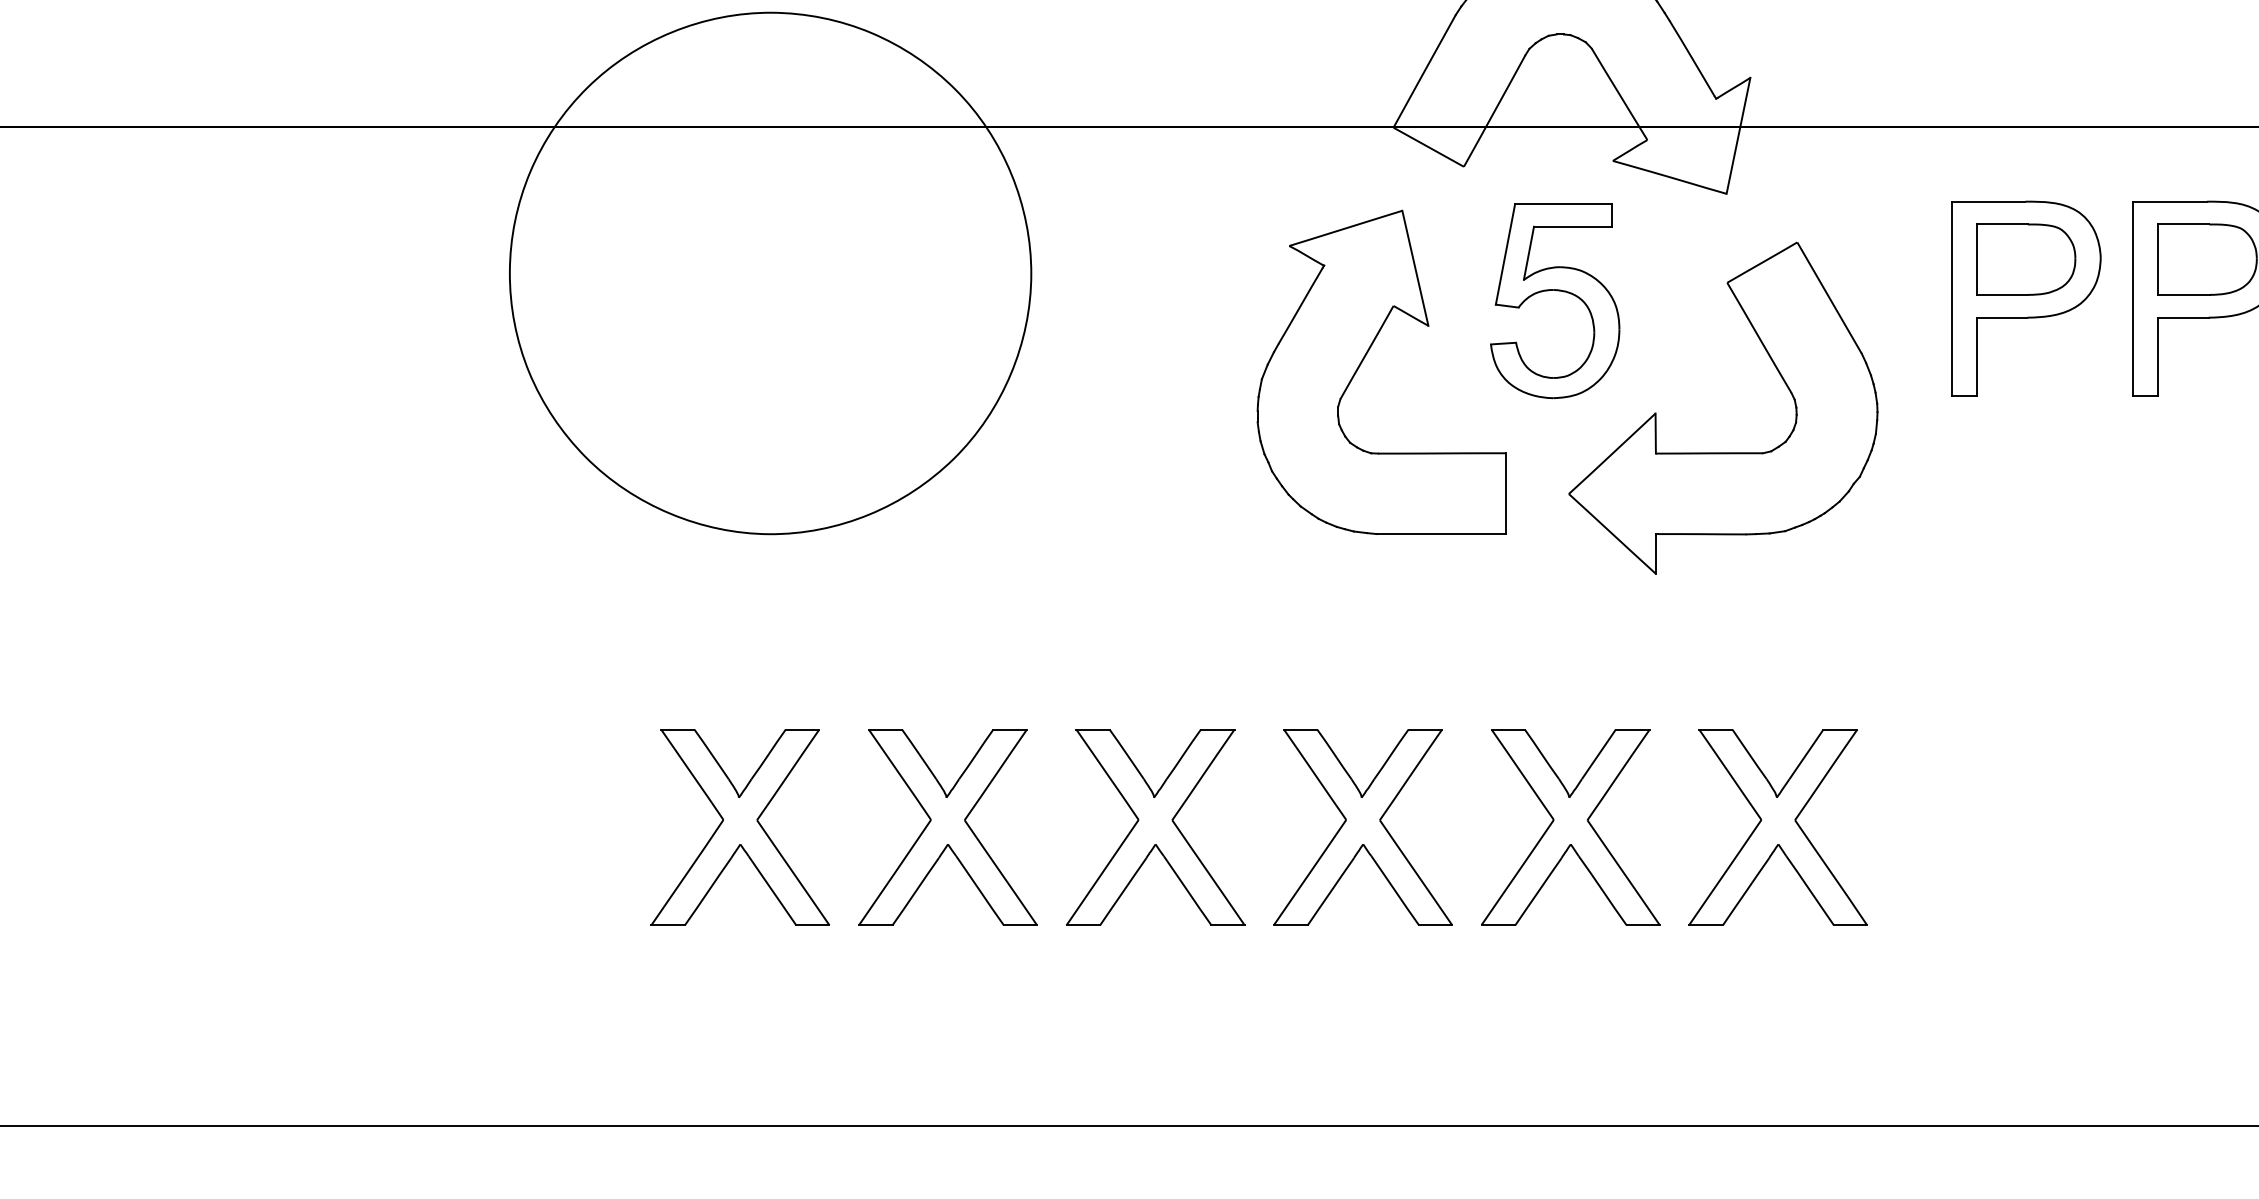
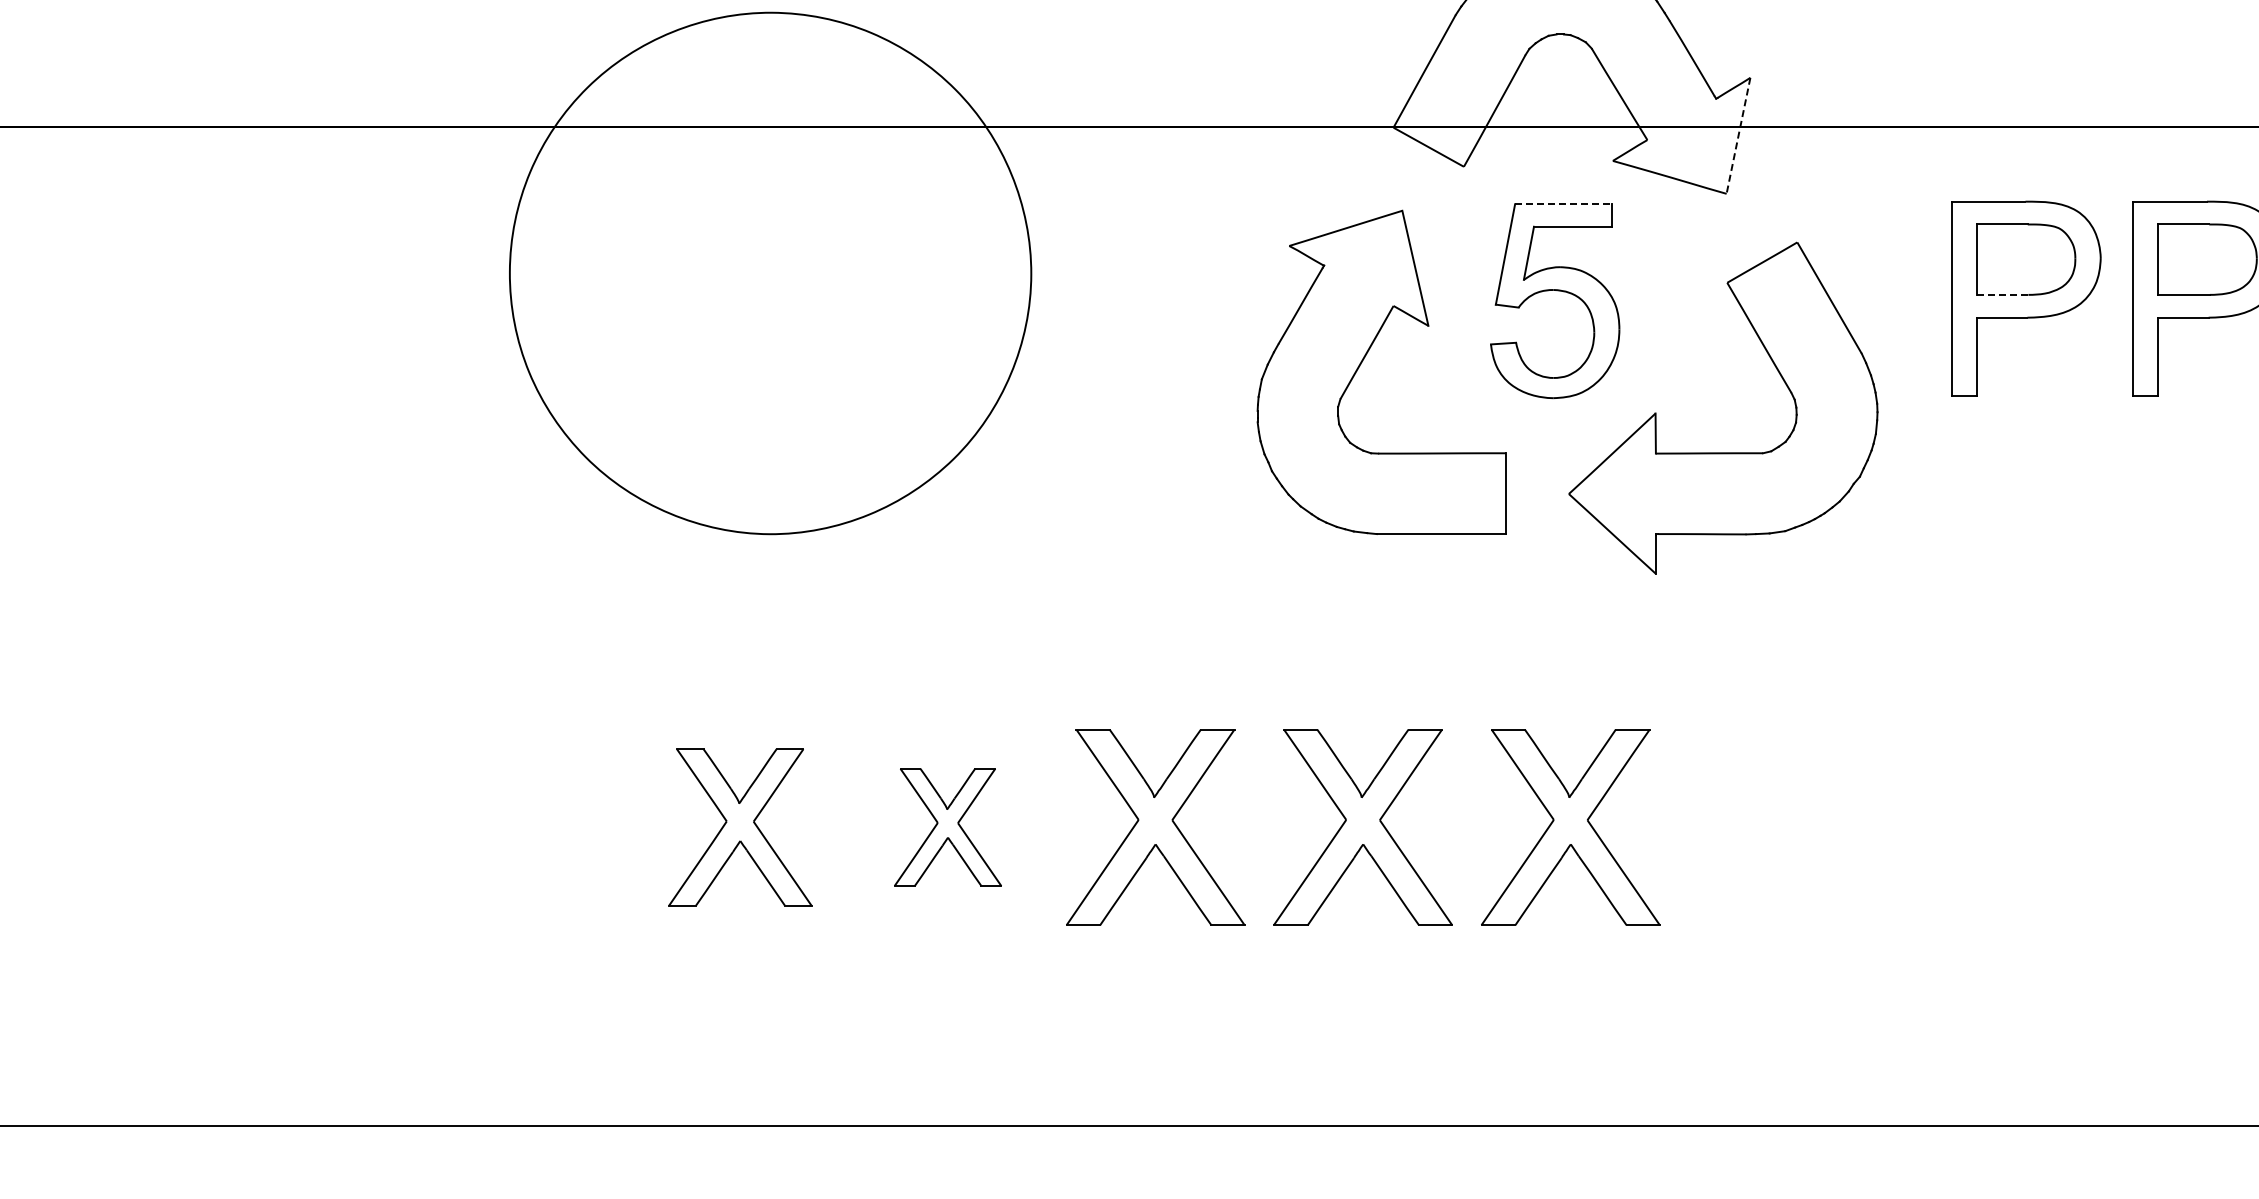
line at (1738, 136): solid -> dashed
line at (1564, 204): solid -> dashed
line at (2002, 294): solid -> dashed
part at (739, 827) size: 180x197 px -> 145x159 px
part at (947, 827) size: 180x197 px -> 108x119 px
part at (1777, 827): present -> none
